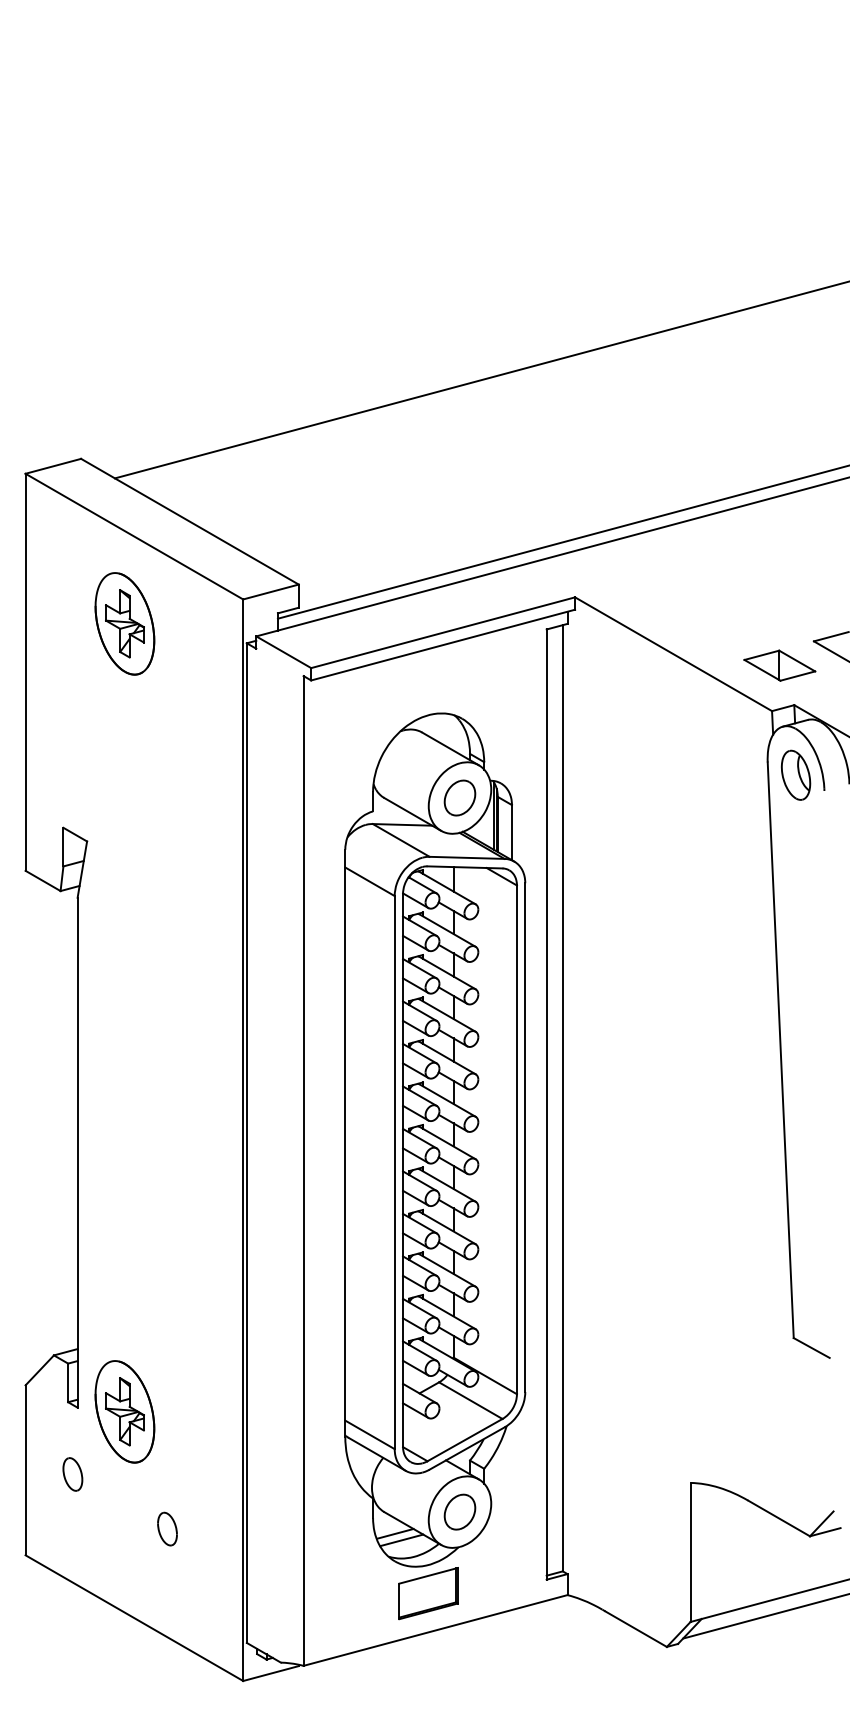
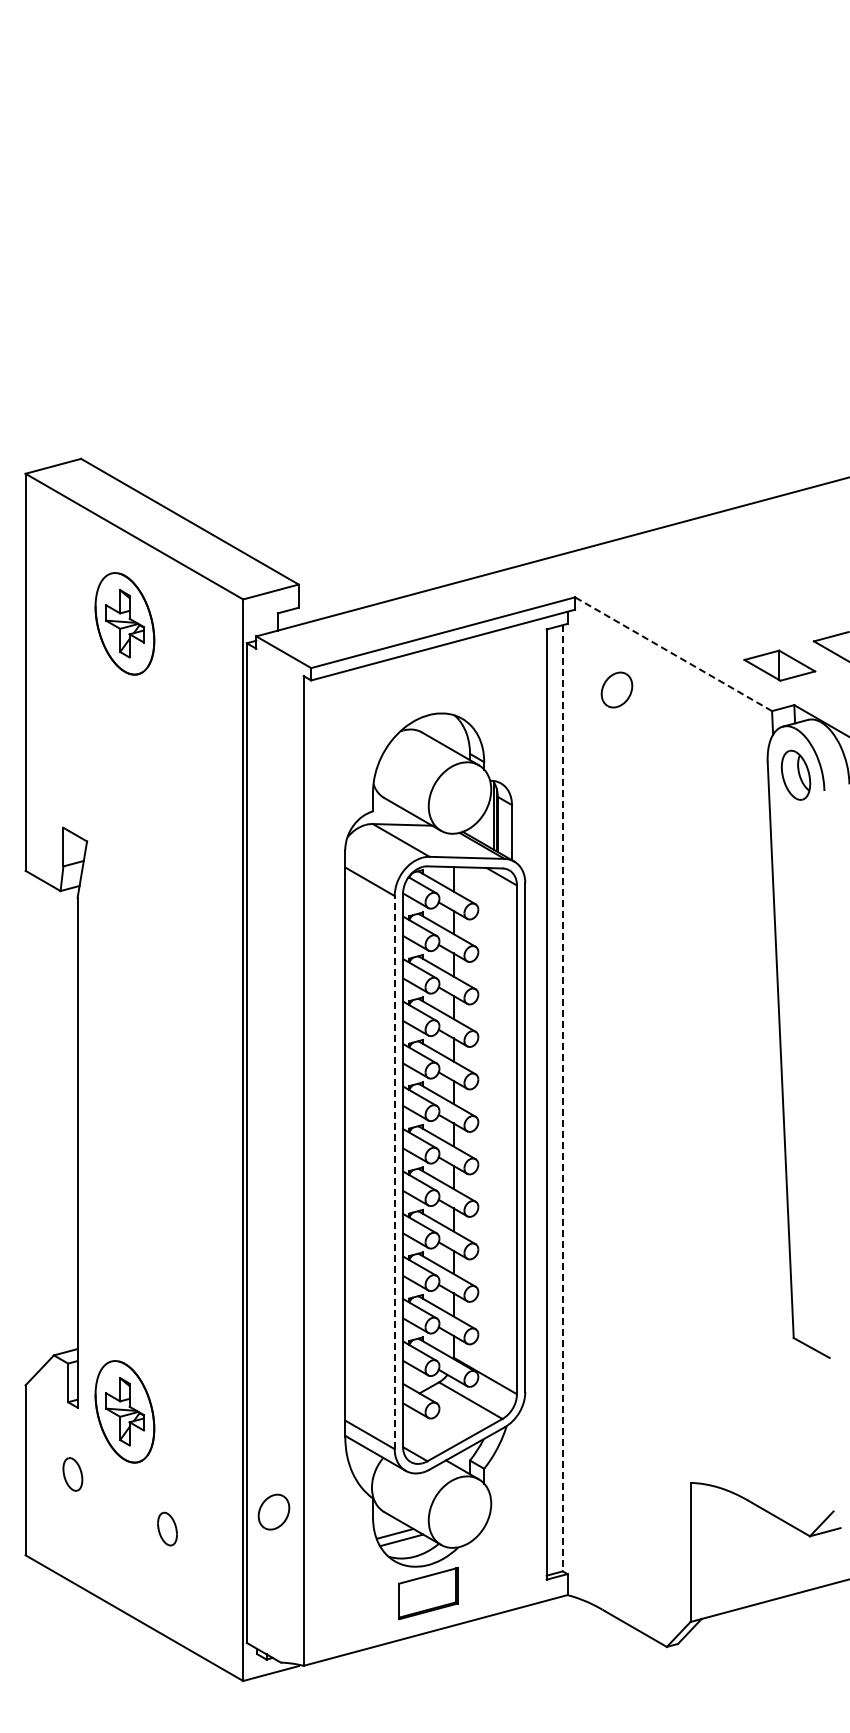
line at (480, 380): present -> none
line at (561, 542): present -> none
line at (673, 654): solid -> dashed
part at (459, 797) position: (459, 797) -> (616, 689)
line at (562, 1098): solid -> dashed
line at (394, 1172): solid -> dashed
part at (459, 1511) position: (459, 1511) -> (273, 1511)
line at (764, 1616): present -> none
